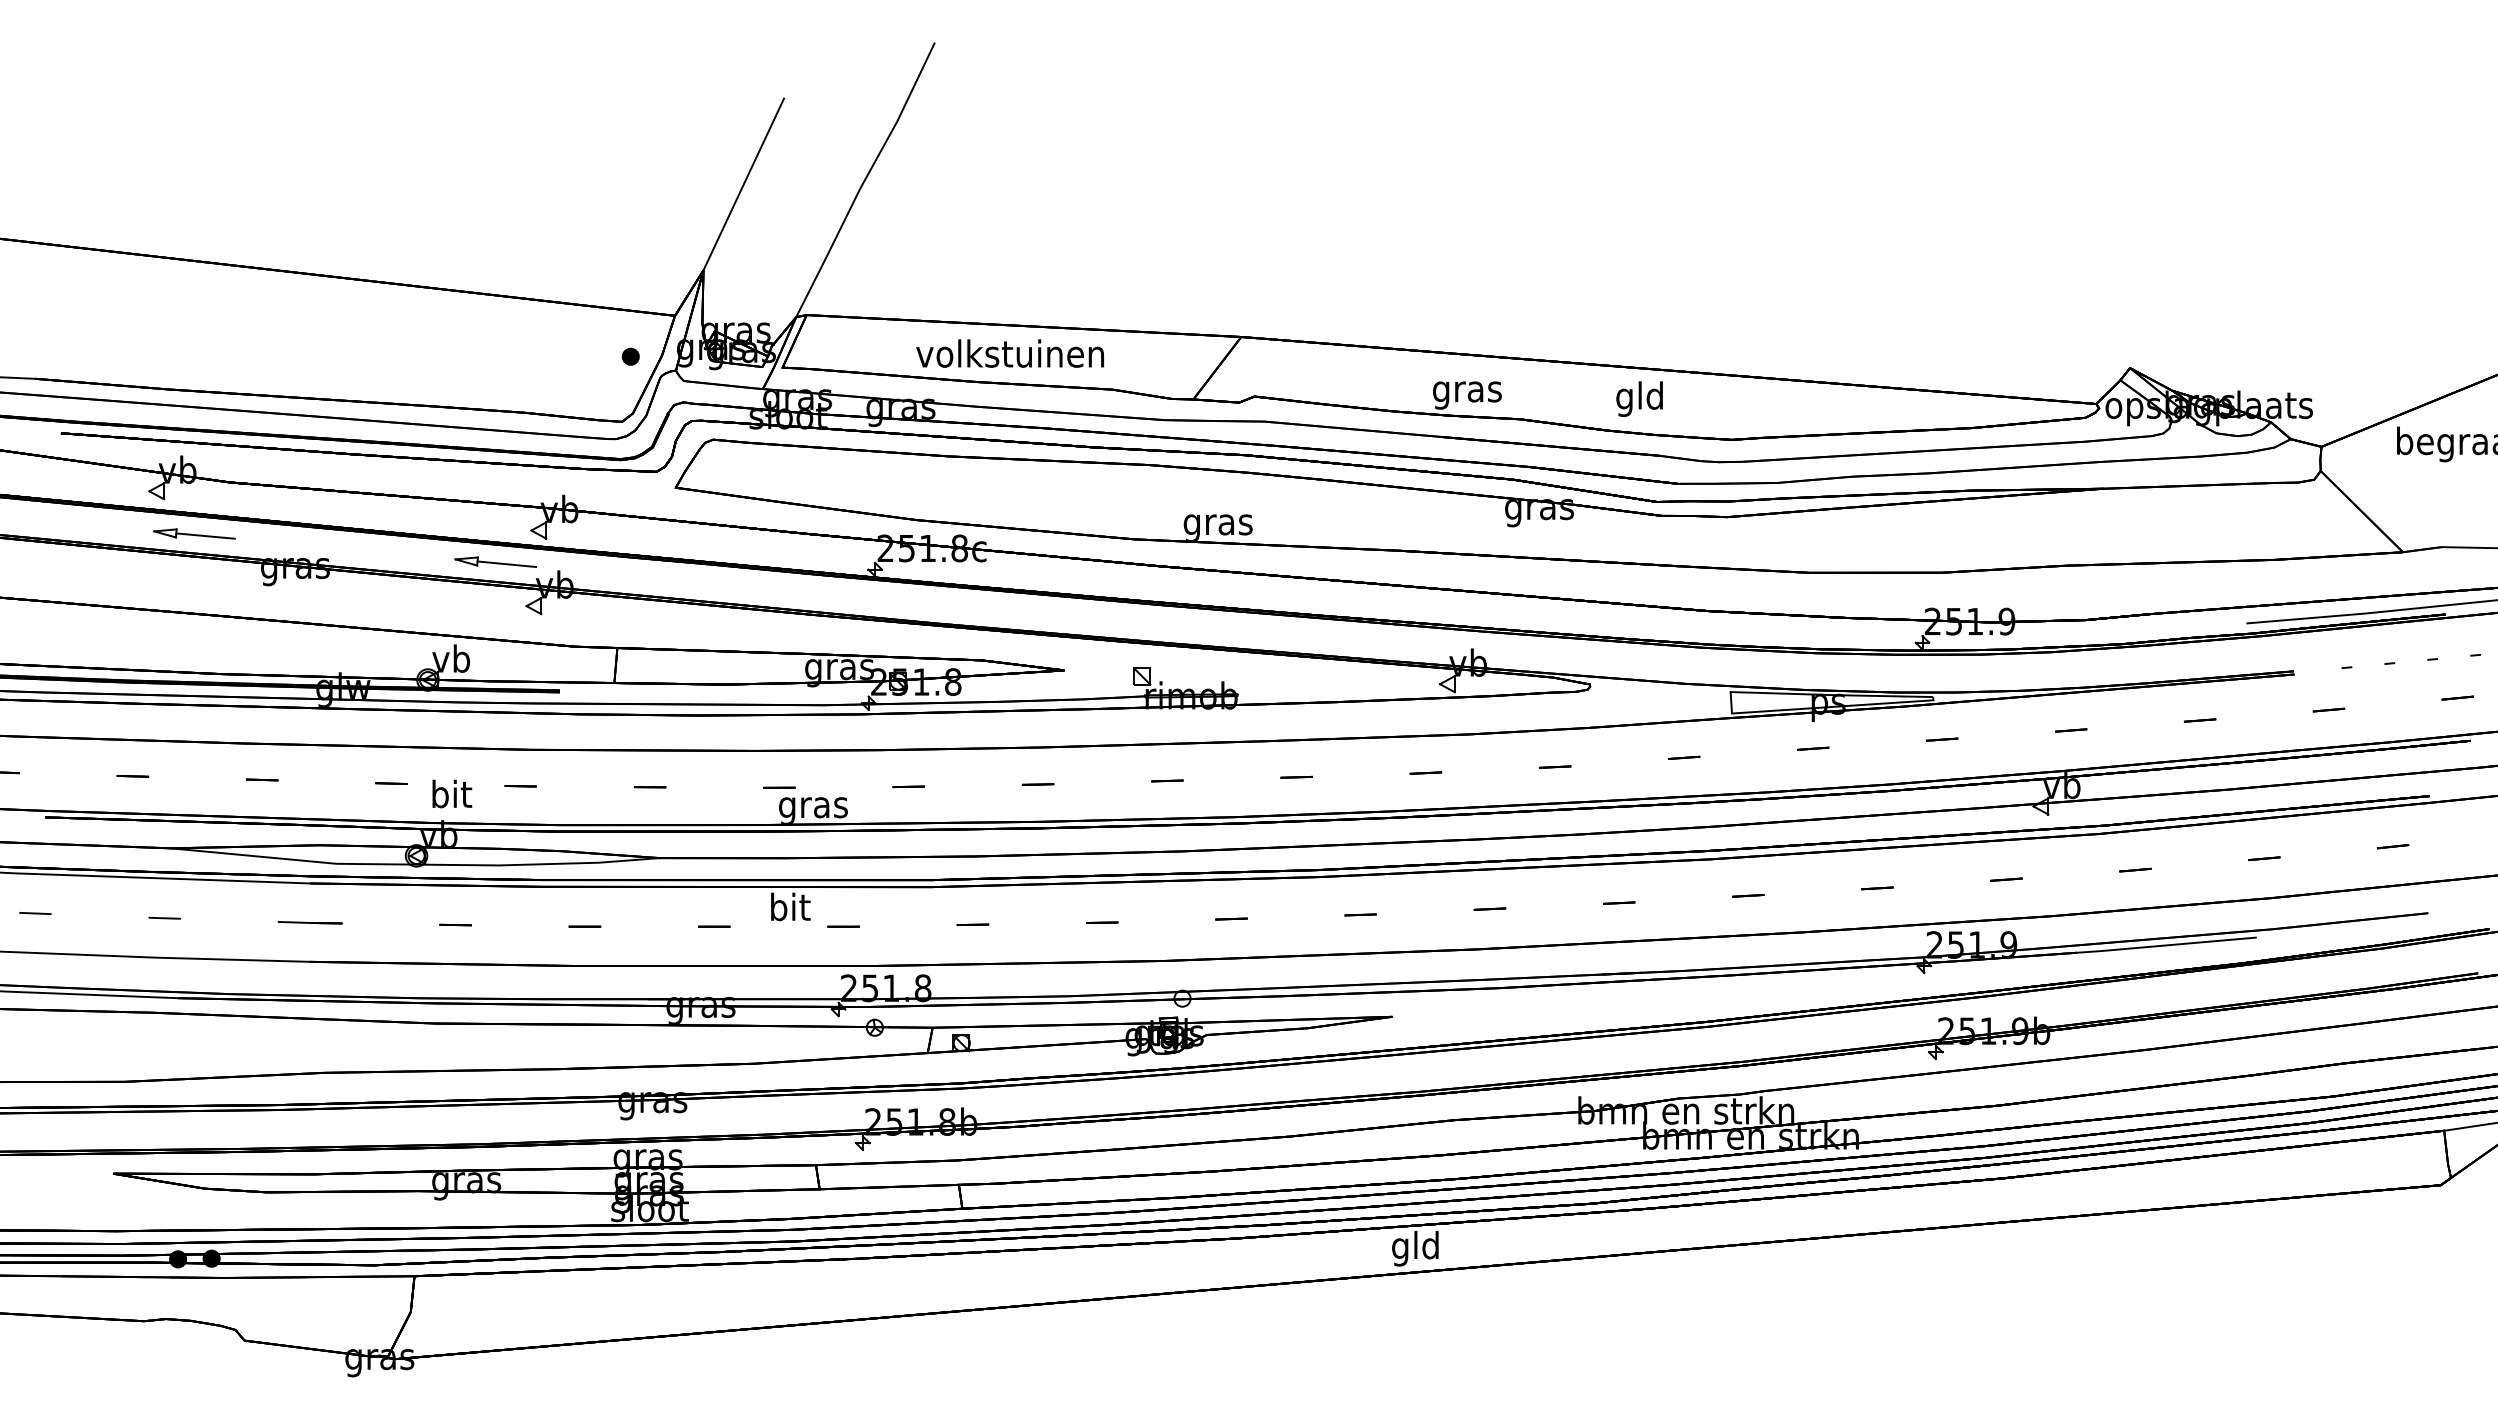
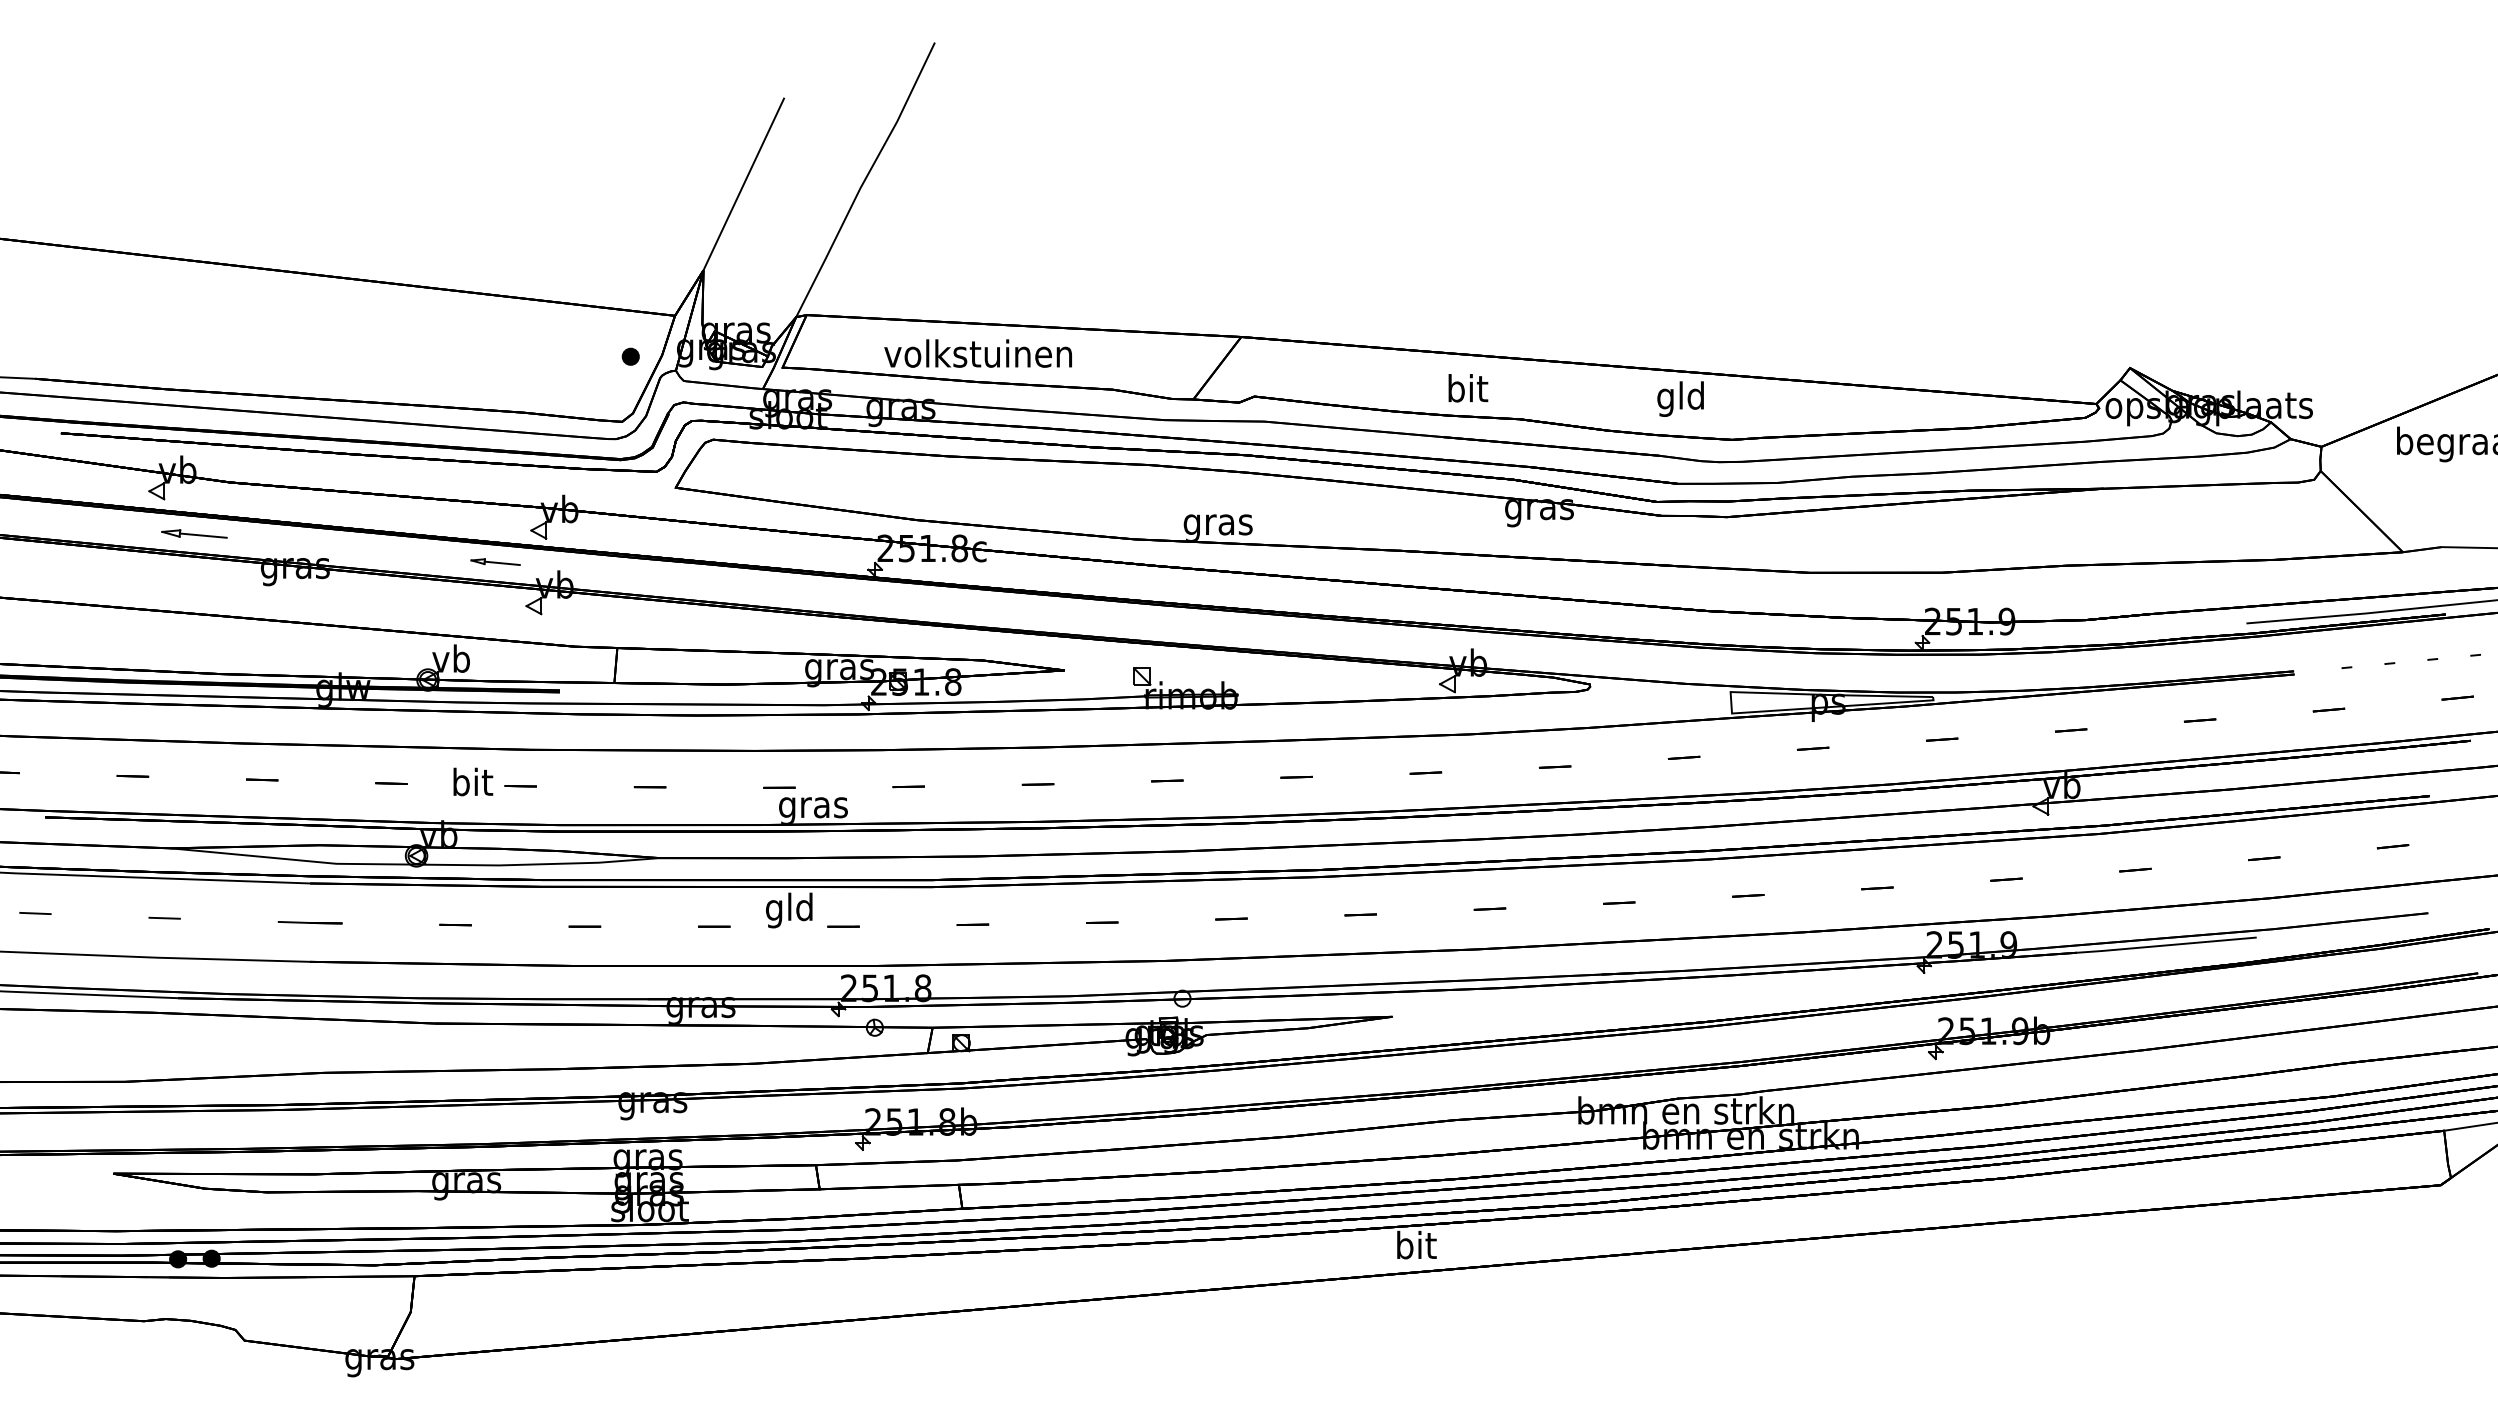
text at (1009, 353) position: (1009, 353) -> (977, 353)
text at (1467, 391): gras -> bit
text at (1639, 398) position: (1639, 398) -> (1680, 398)
part at (194, 533) size: 83x12 px -> 67x10 px
part at (495, 561) size: 83x12 px -> 51x8 px
text at (452, 793) position: (452, 793) -> (473, 781)
text at (789, 910): bit -> gld
text at (1415, 1248): gld -> bit
